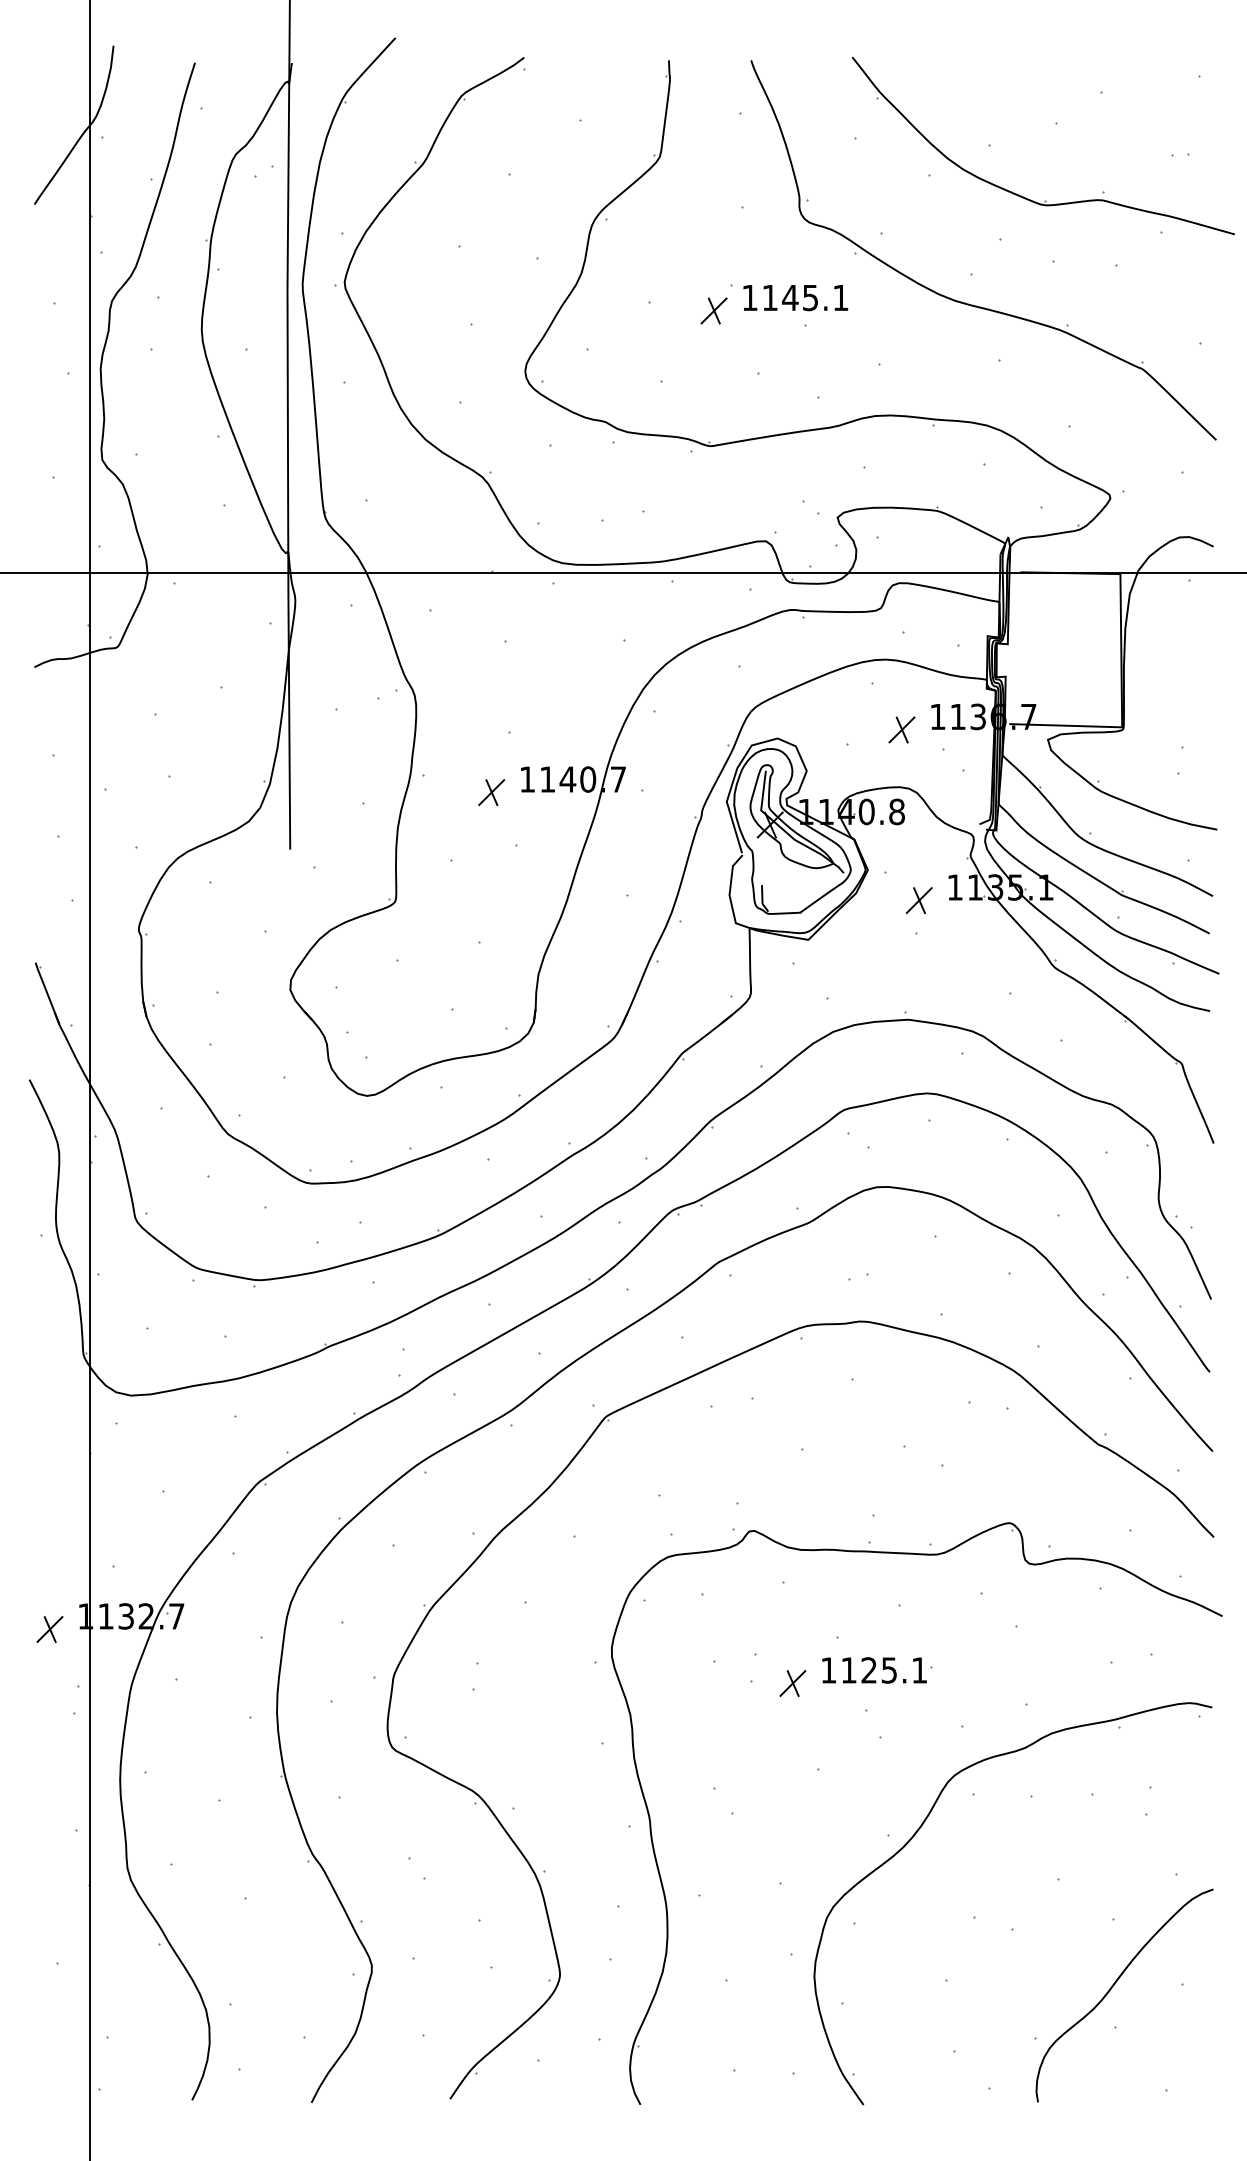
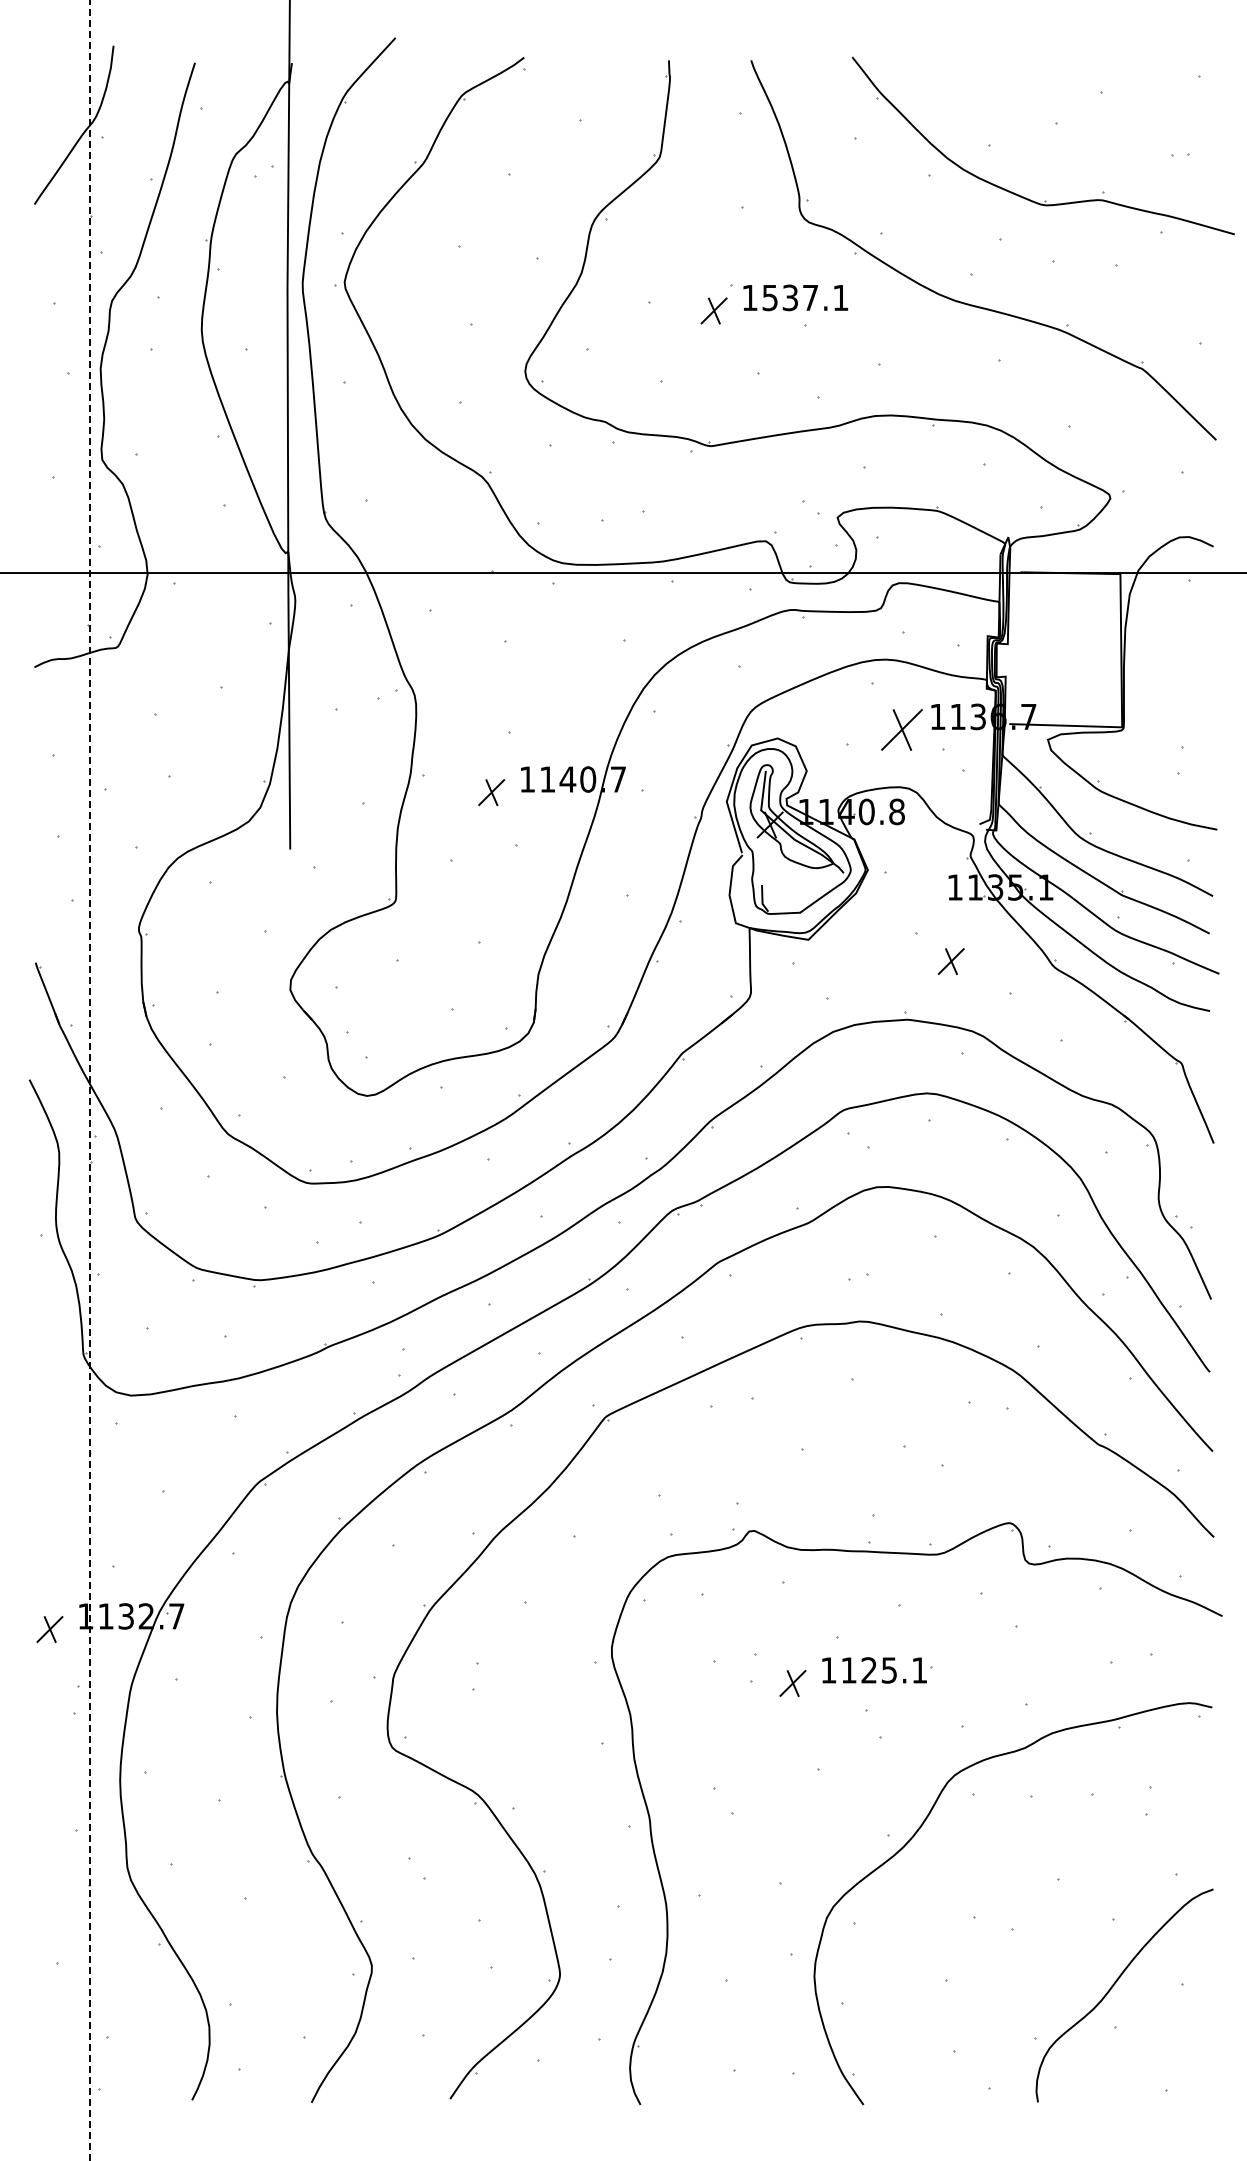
text at (789, 297): 1145.1 -> 1537.1
part at (901, 729) size: 28x28 px -> 42x42 px
part at (918, 900) position: (918, 900) -> (950, 961)
line at (90, 1080): solid -> dashed
